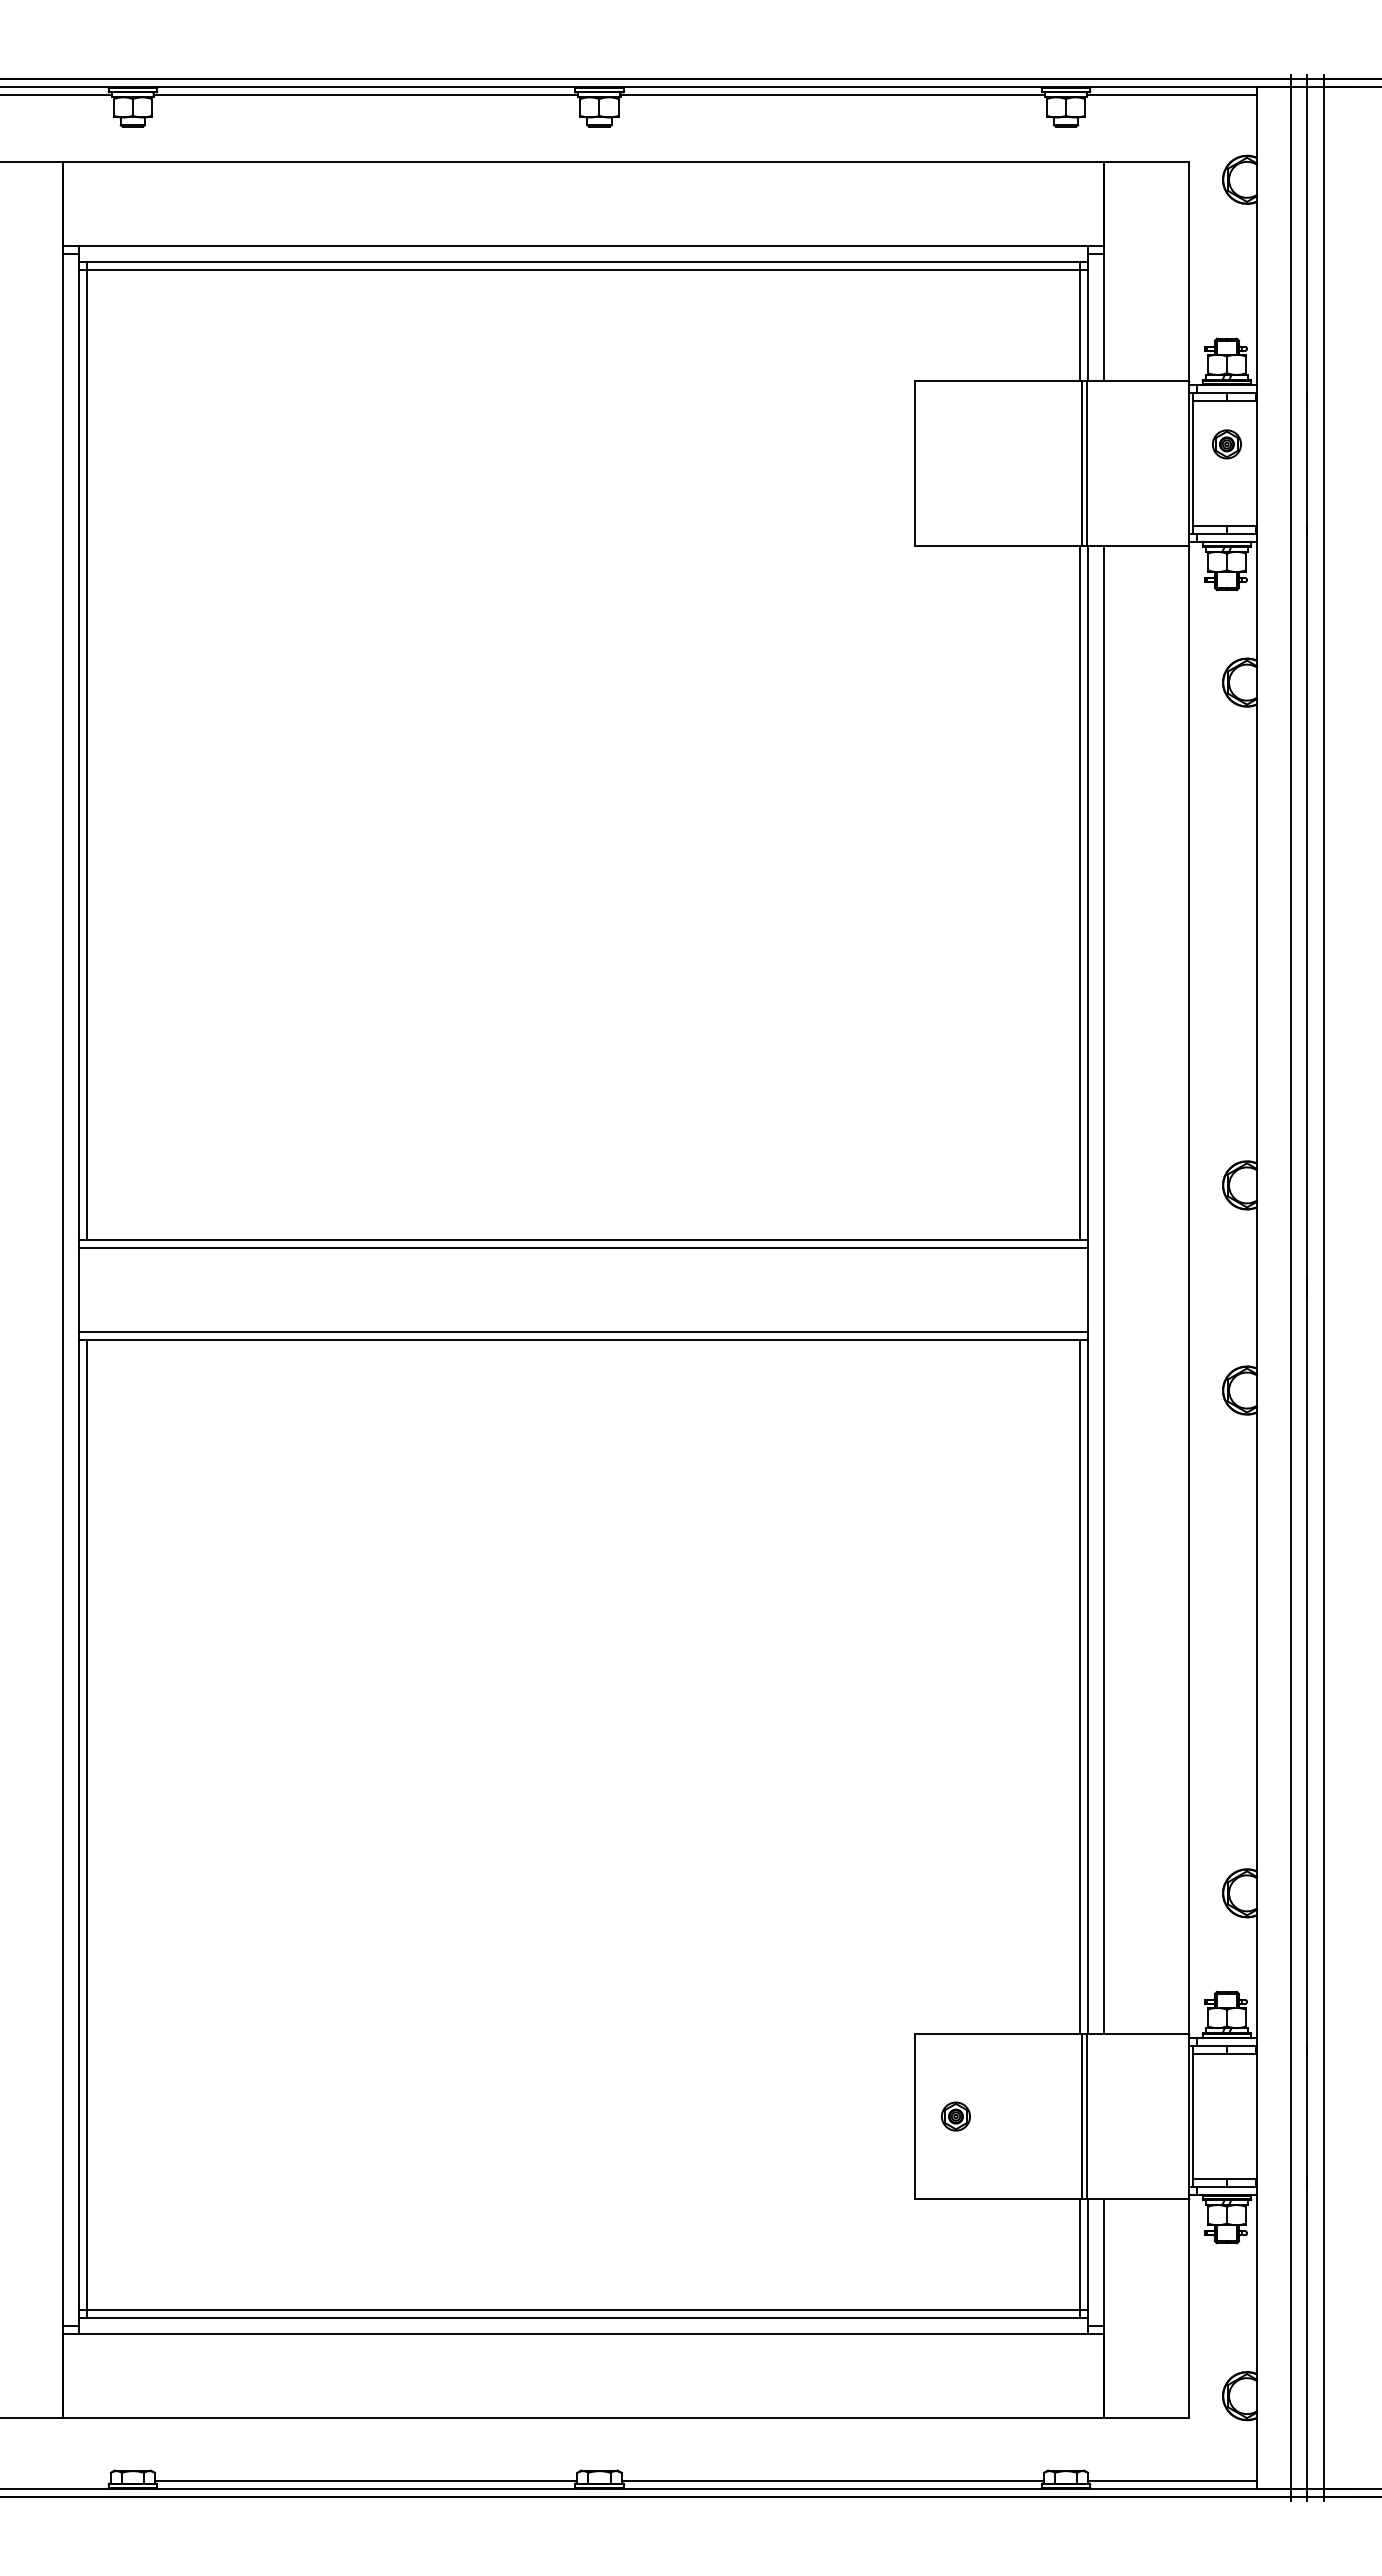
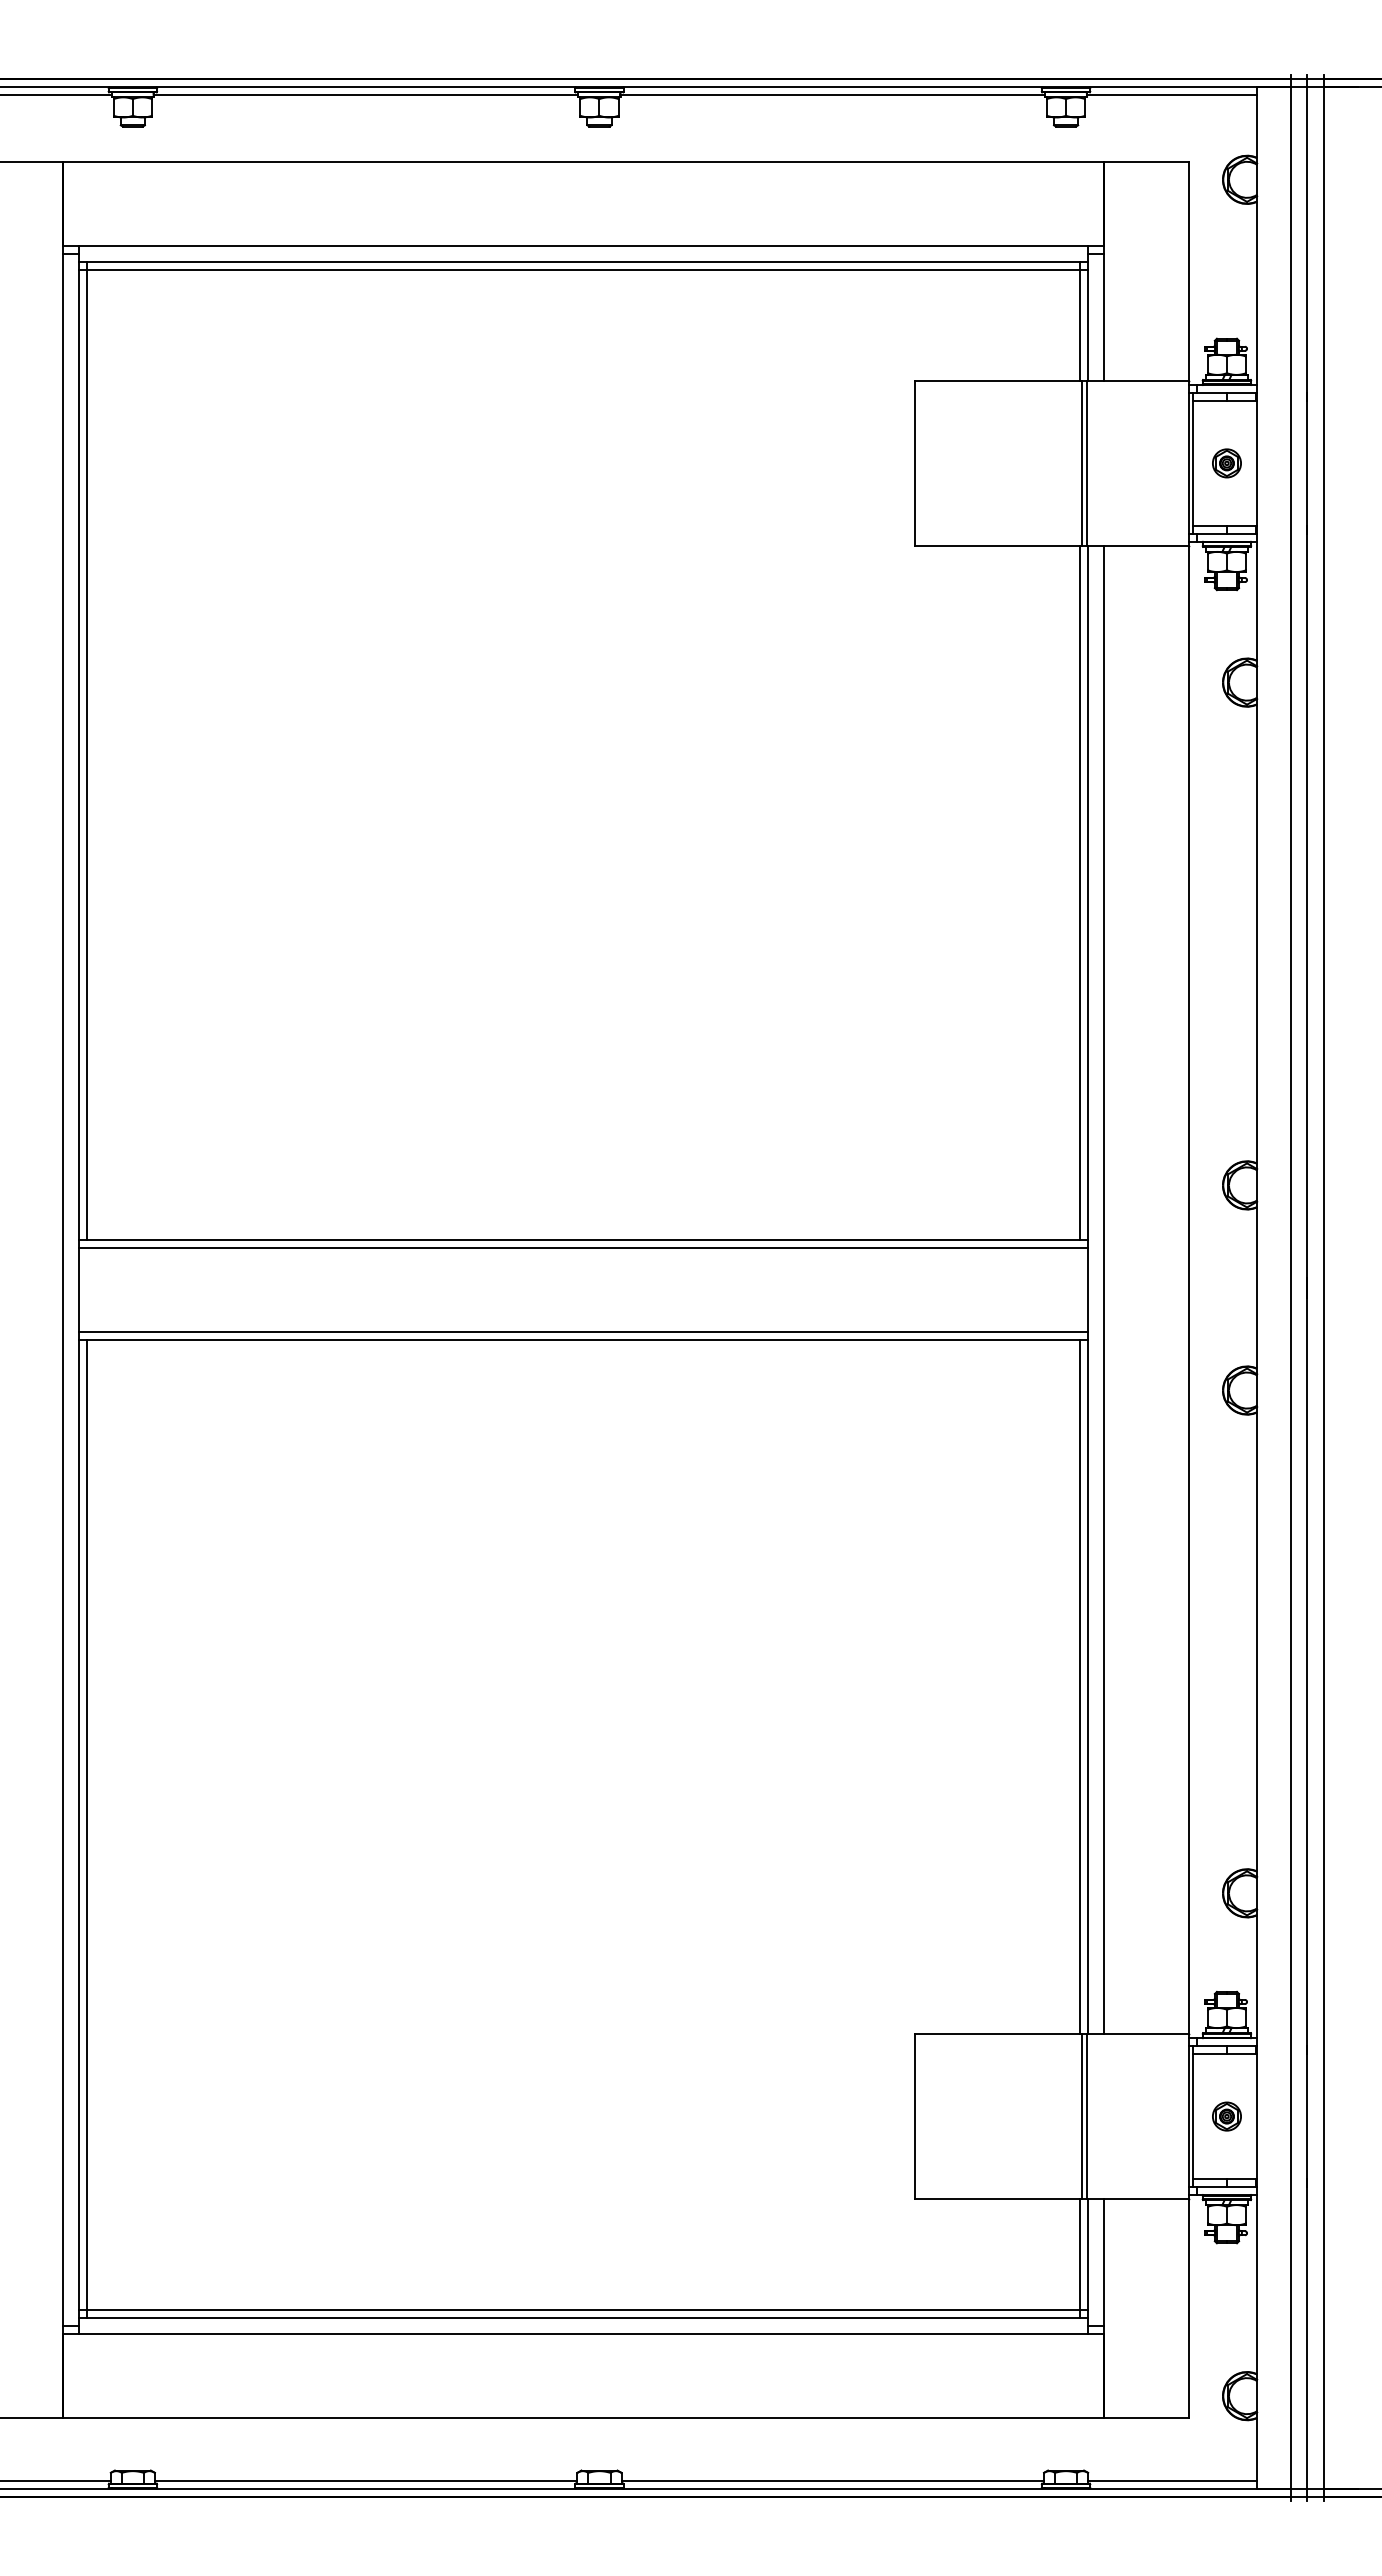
part at (1226, 444) position: (1226, 444) -> (1226, 463)
part at (955, 2116) position: (955, 2116) -> (1226, 2116)
line at (56, 2480): none -> present
